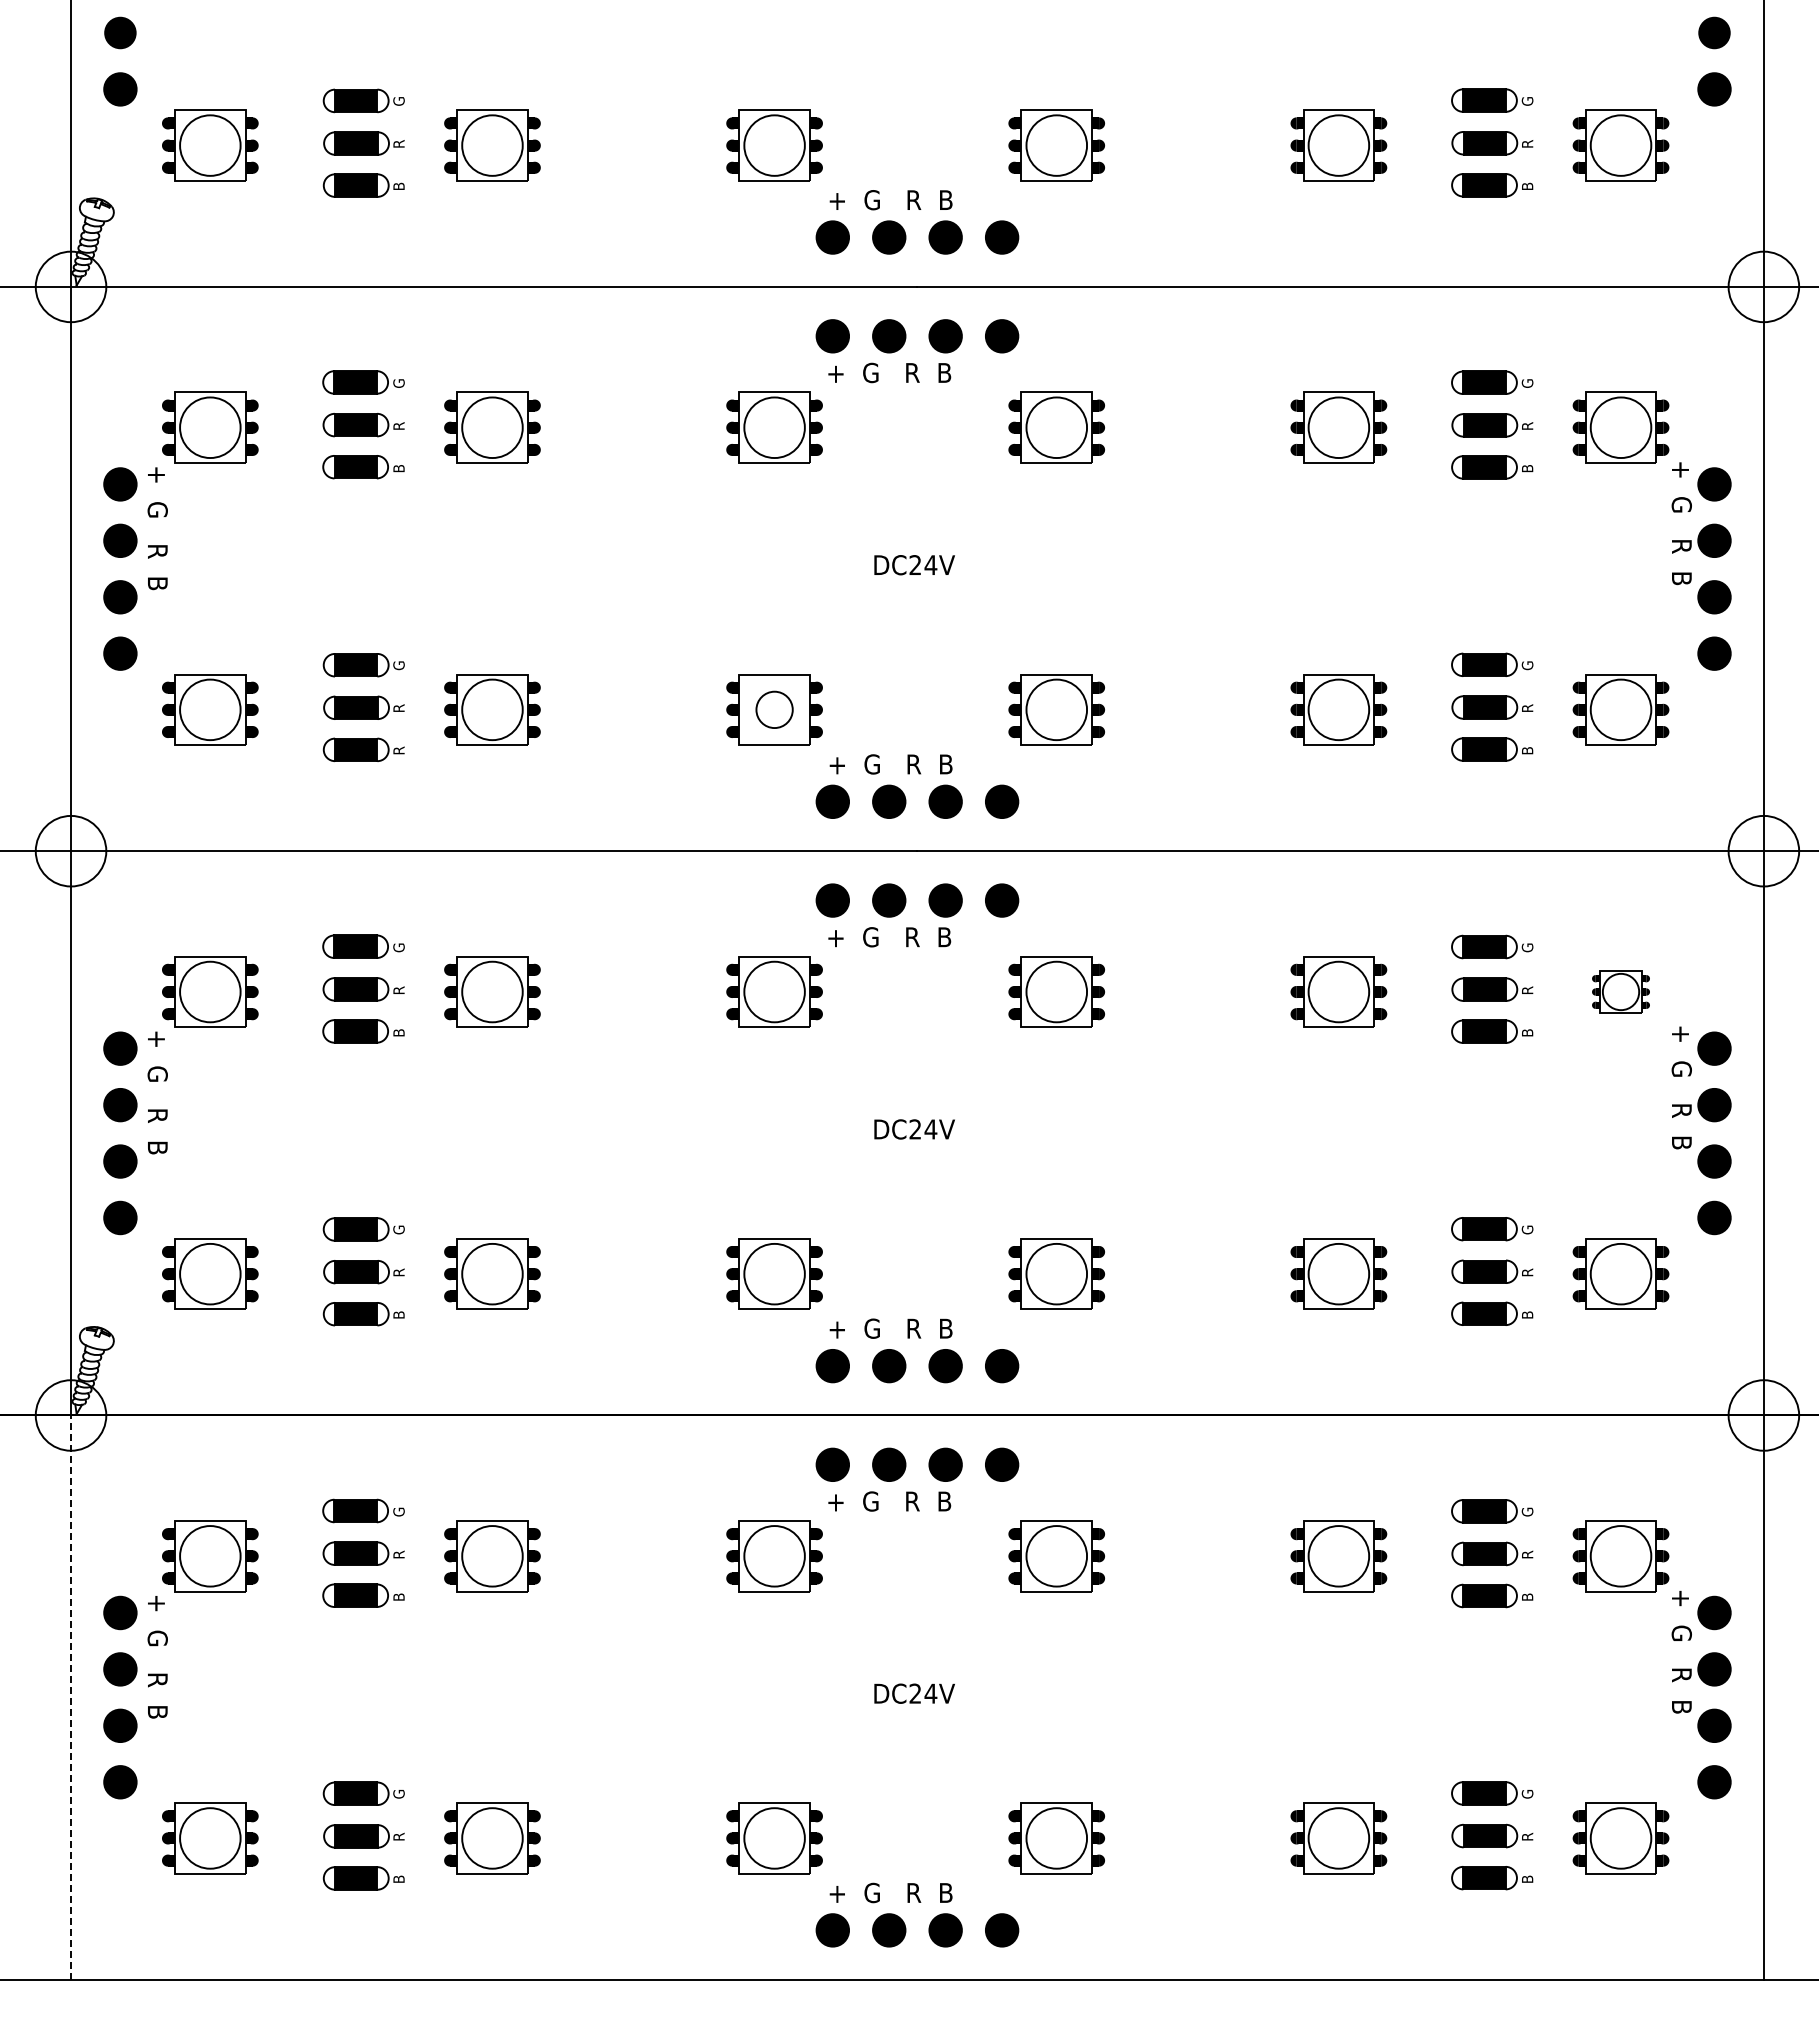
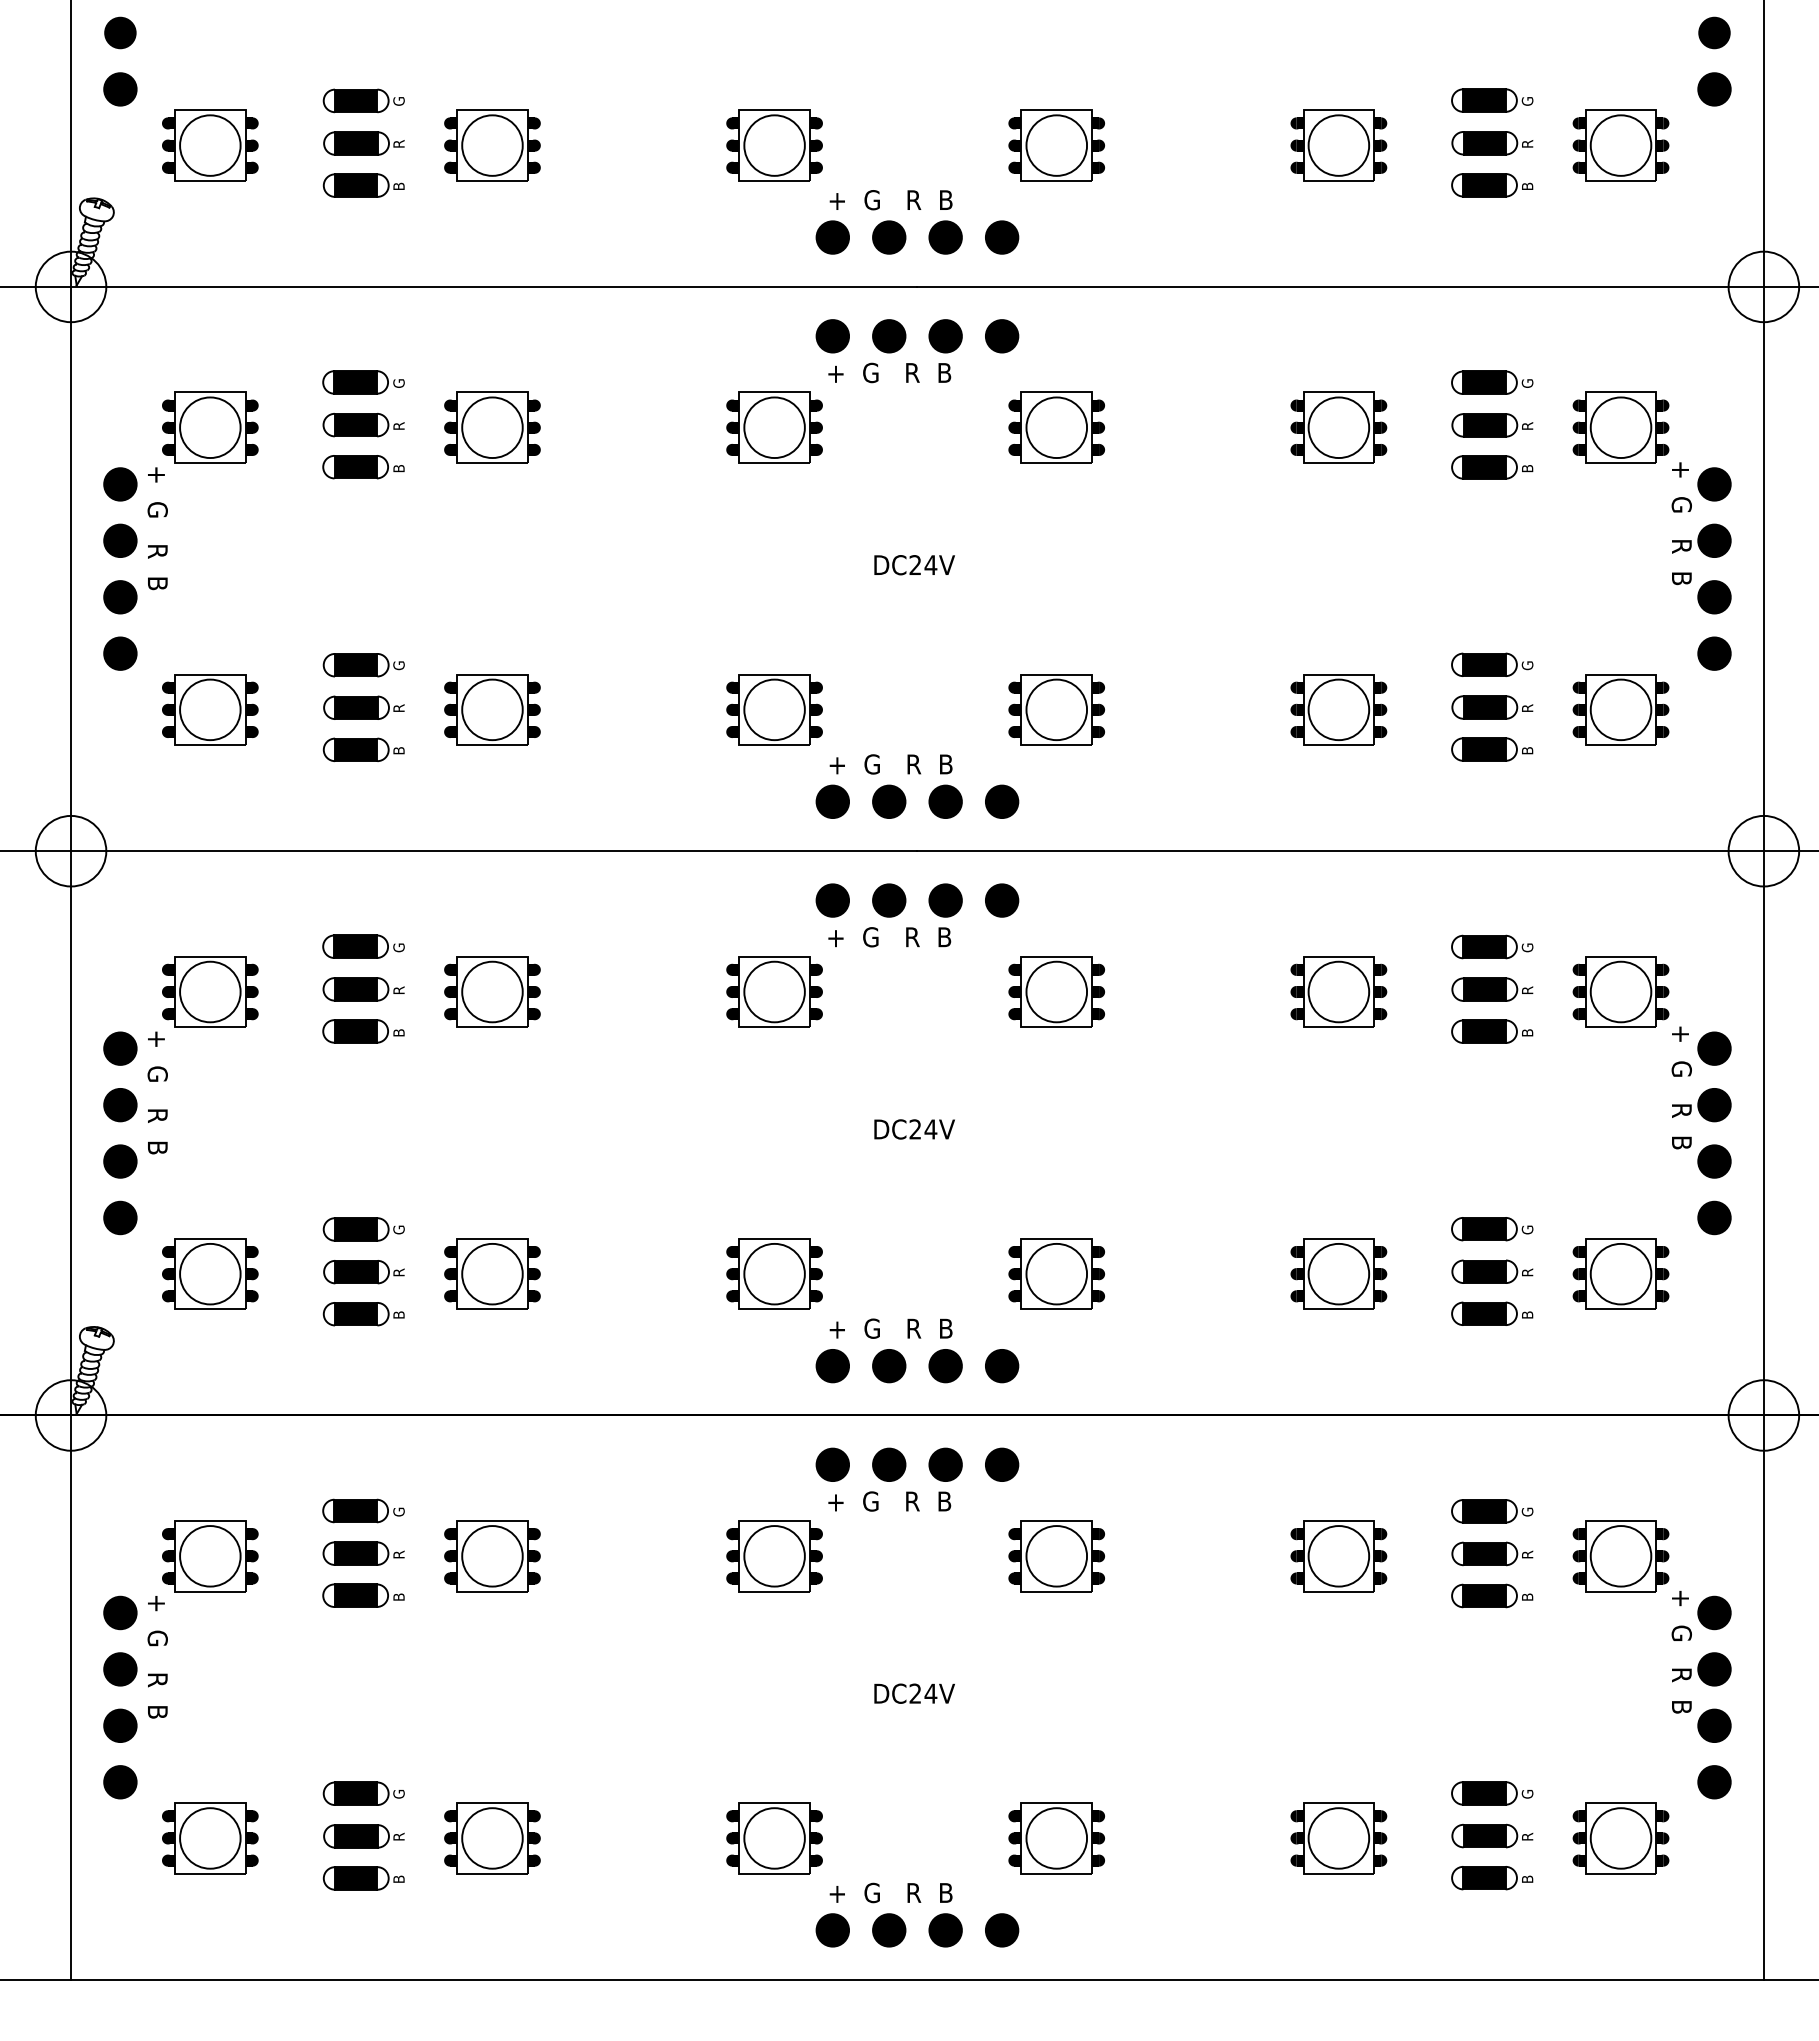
circle at (774, 709) diameter: 36 px -> 61 px
text at (398, 749): R -> B
part at (1620, 991) size: 58x44 px -> 98x72 px
line at (71, 1697): dashed -> solid
